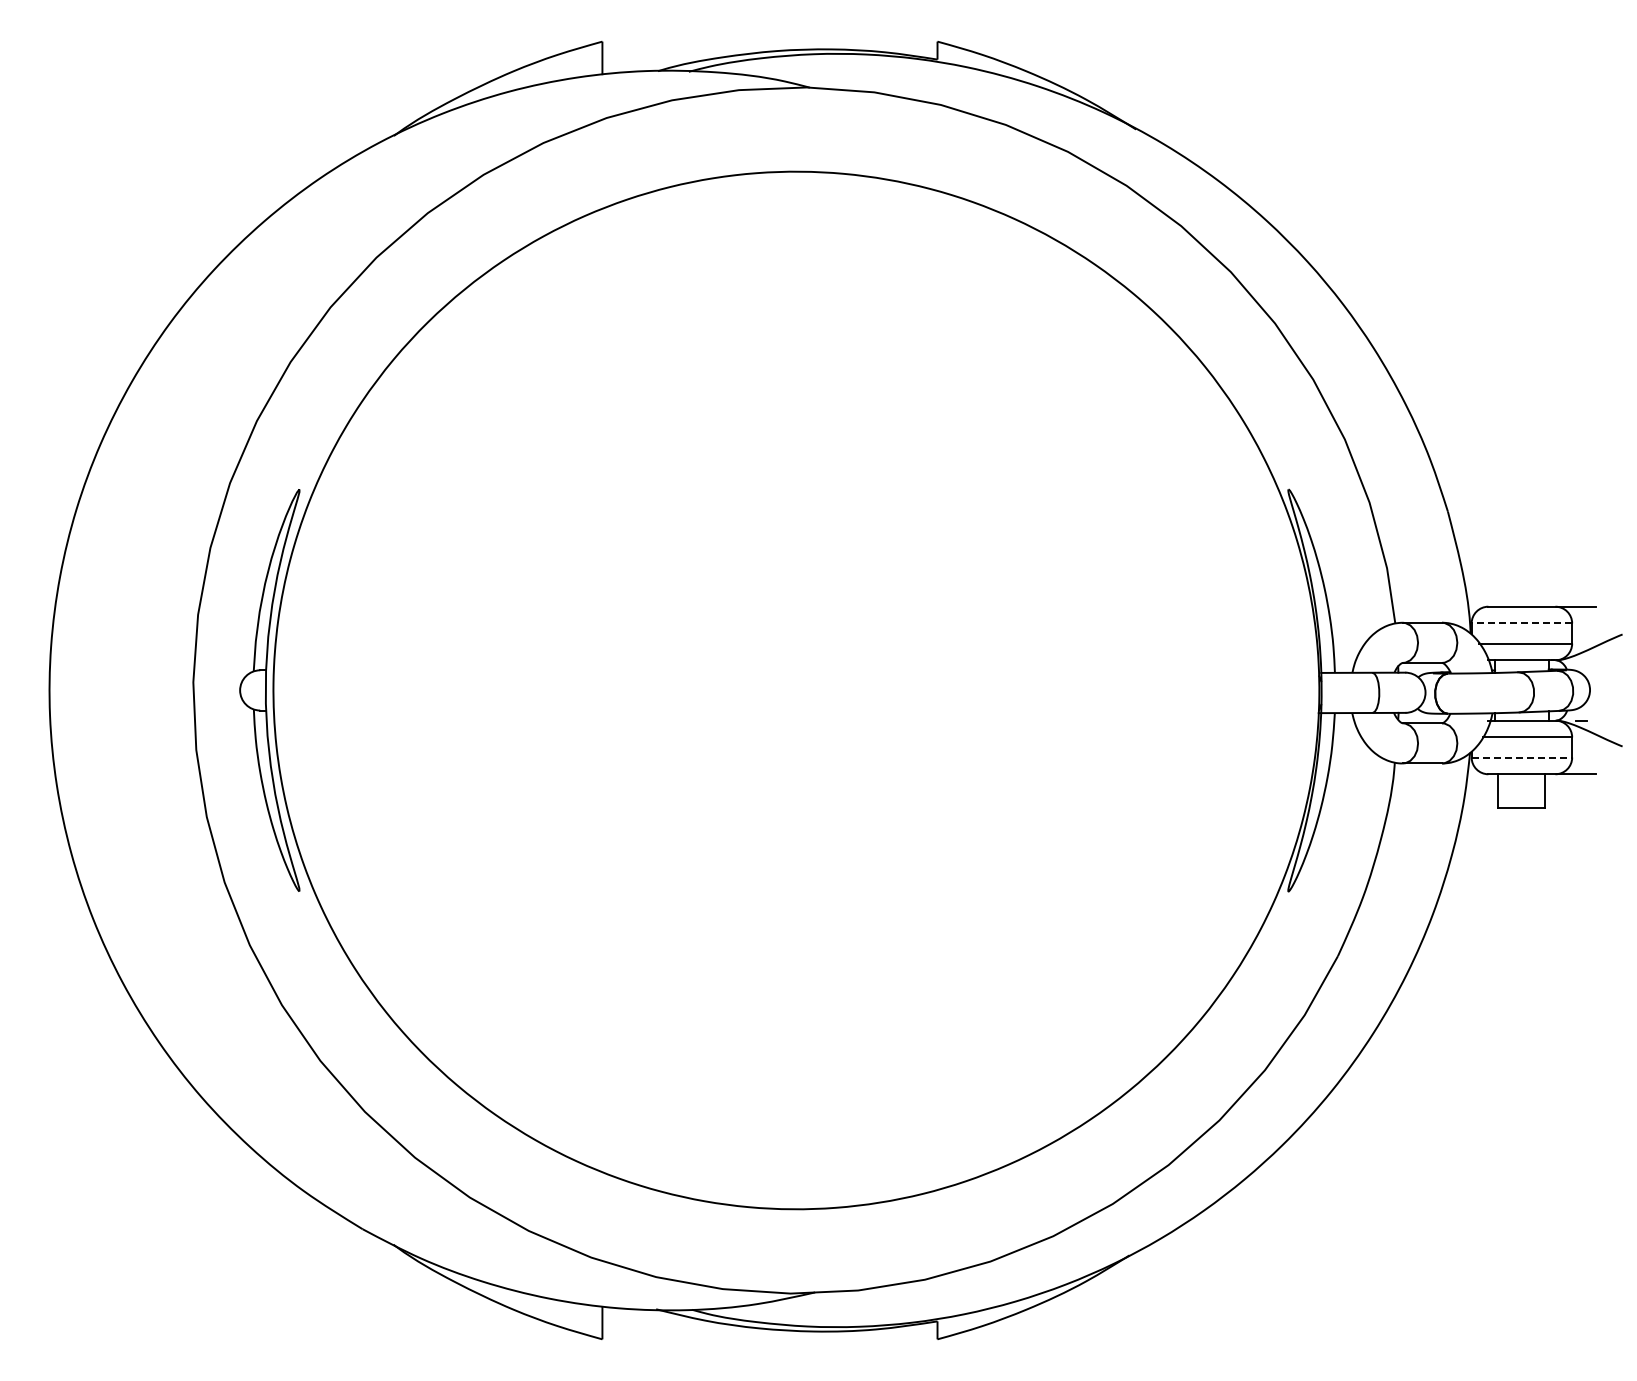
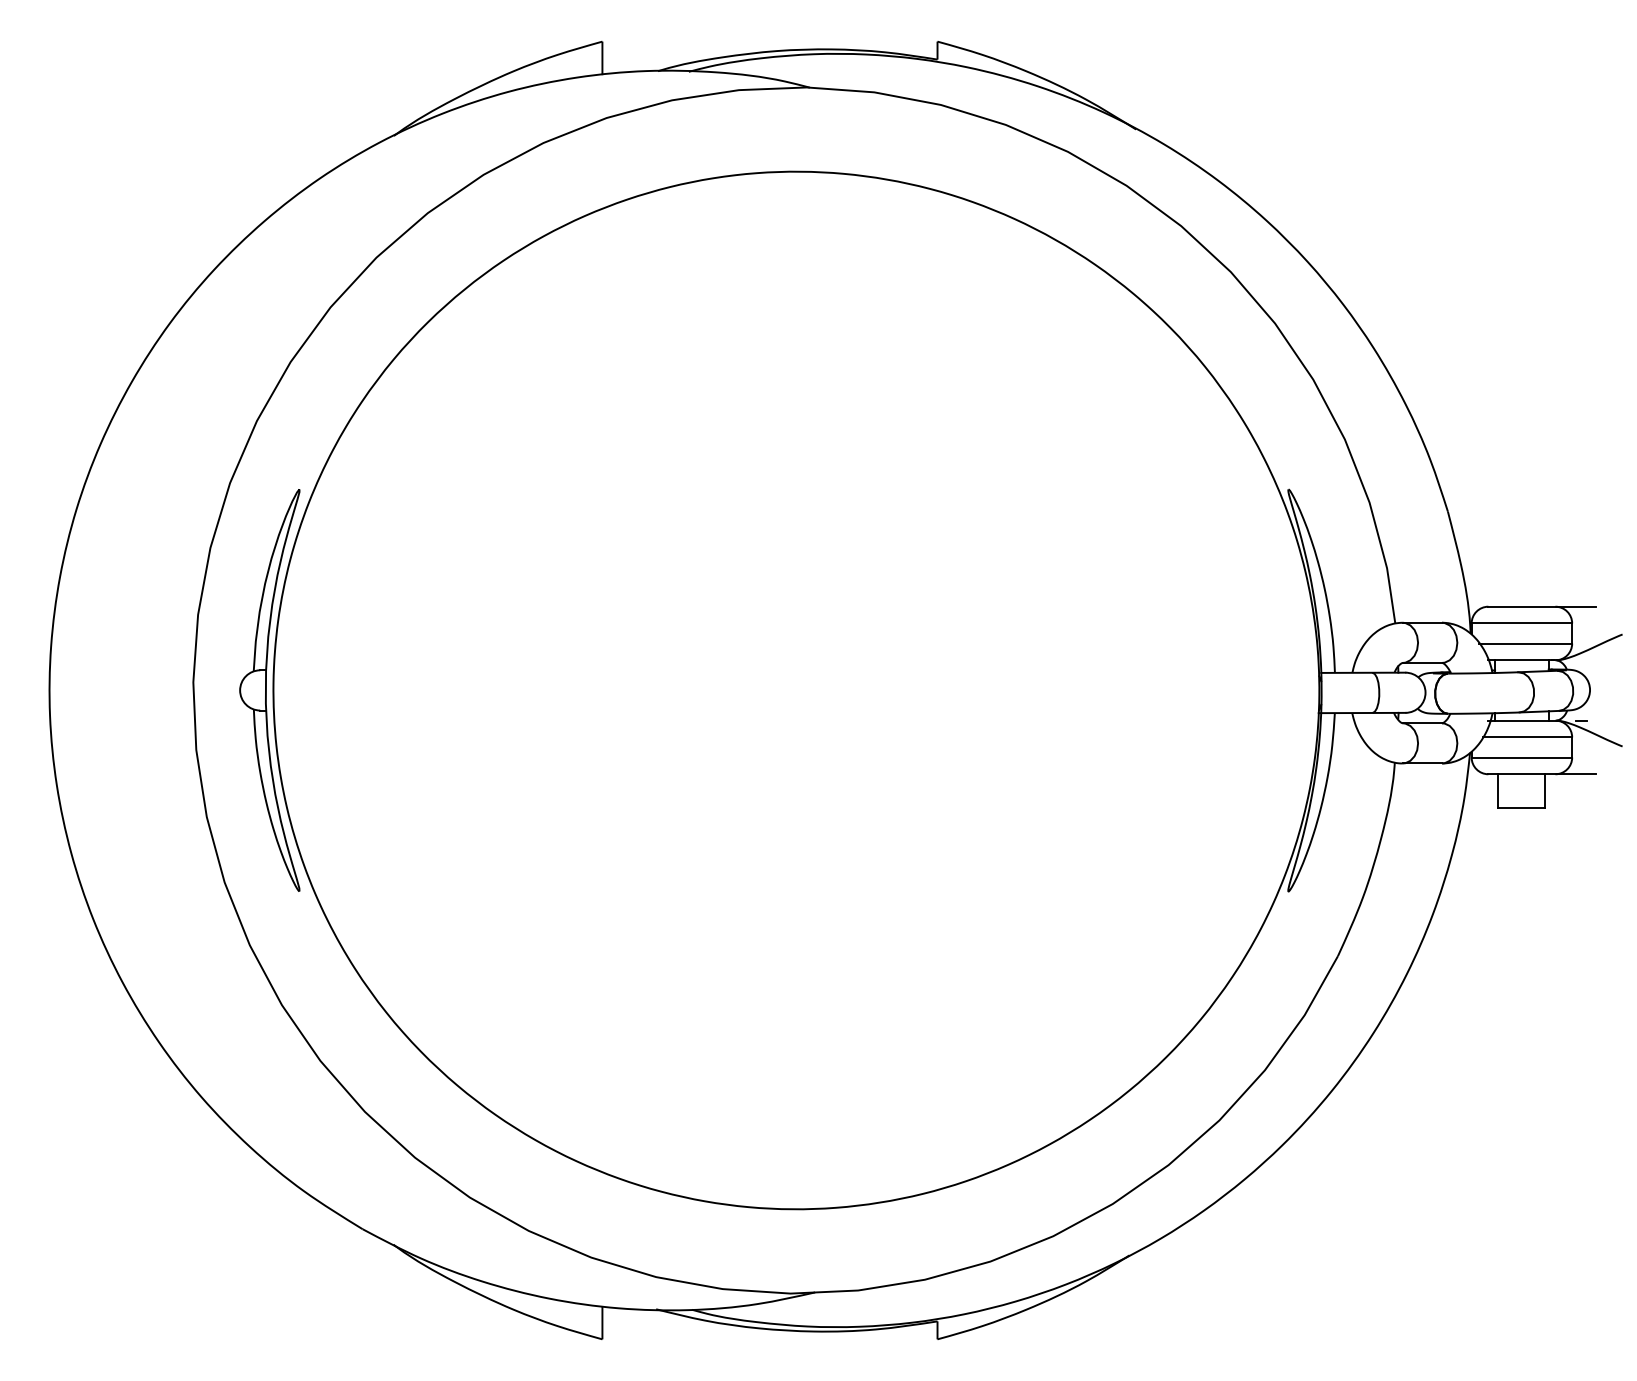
line at (1521, 623): dashed -> solid
line at (1522, 757): dashed -> solid
